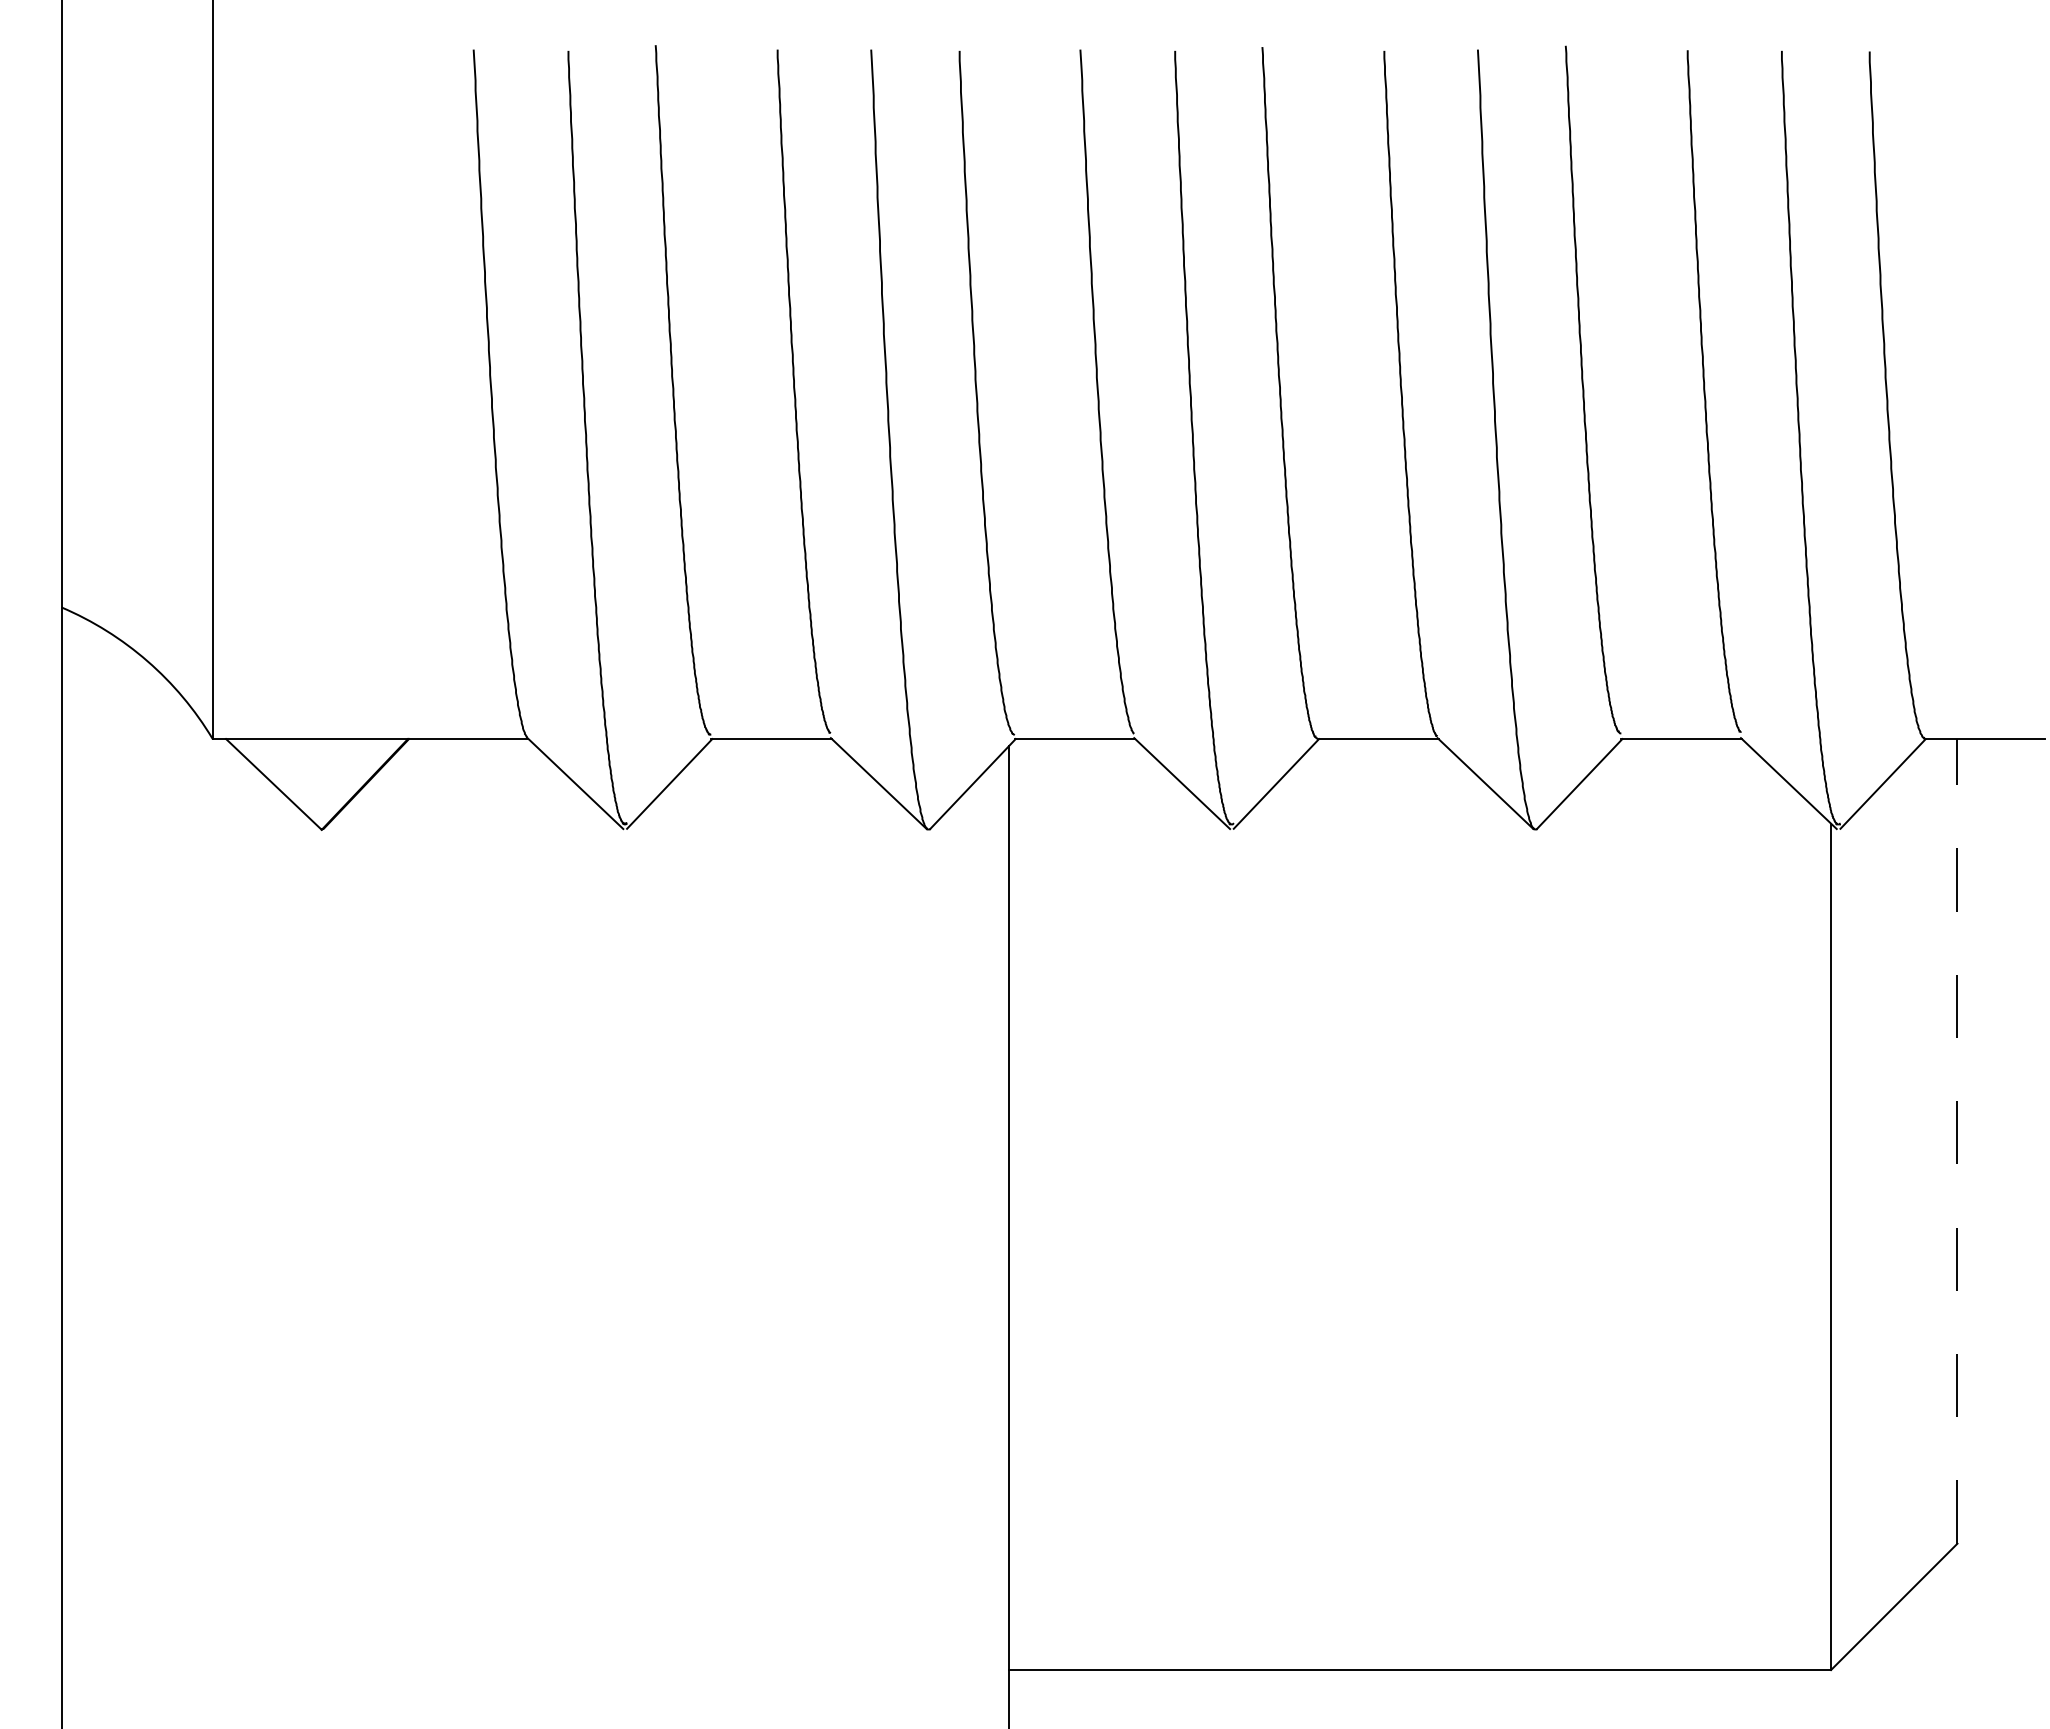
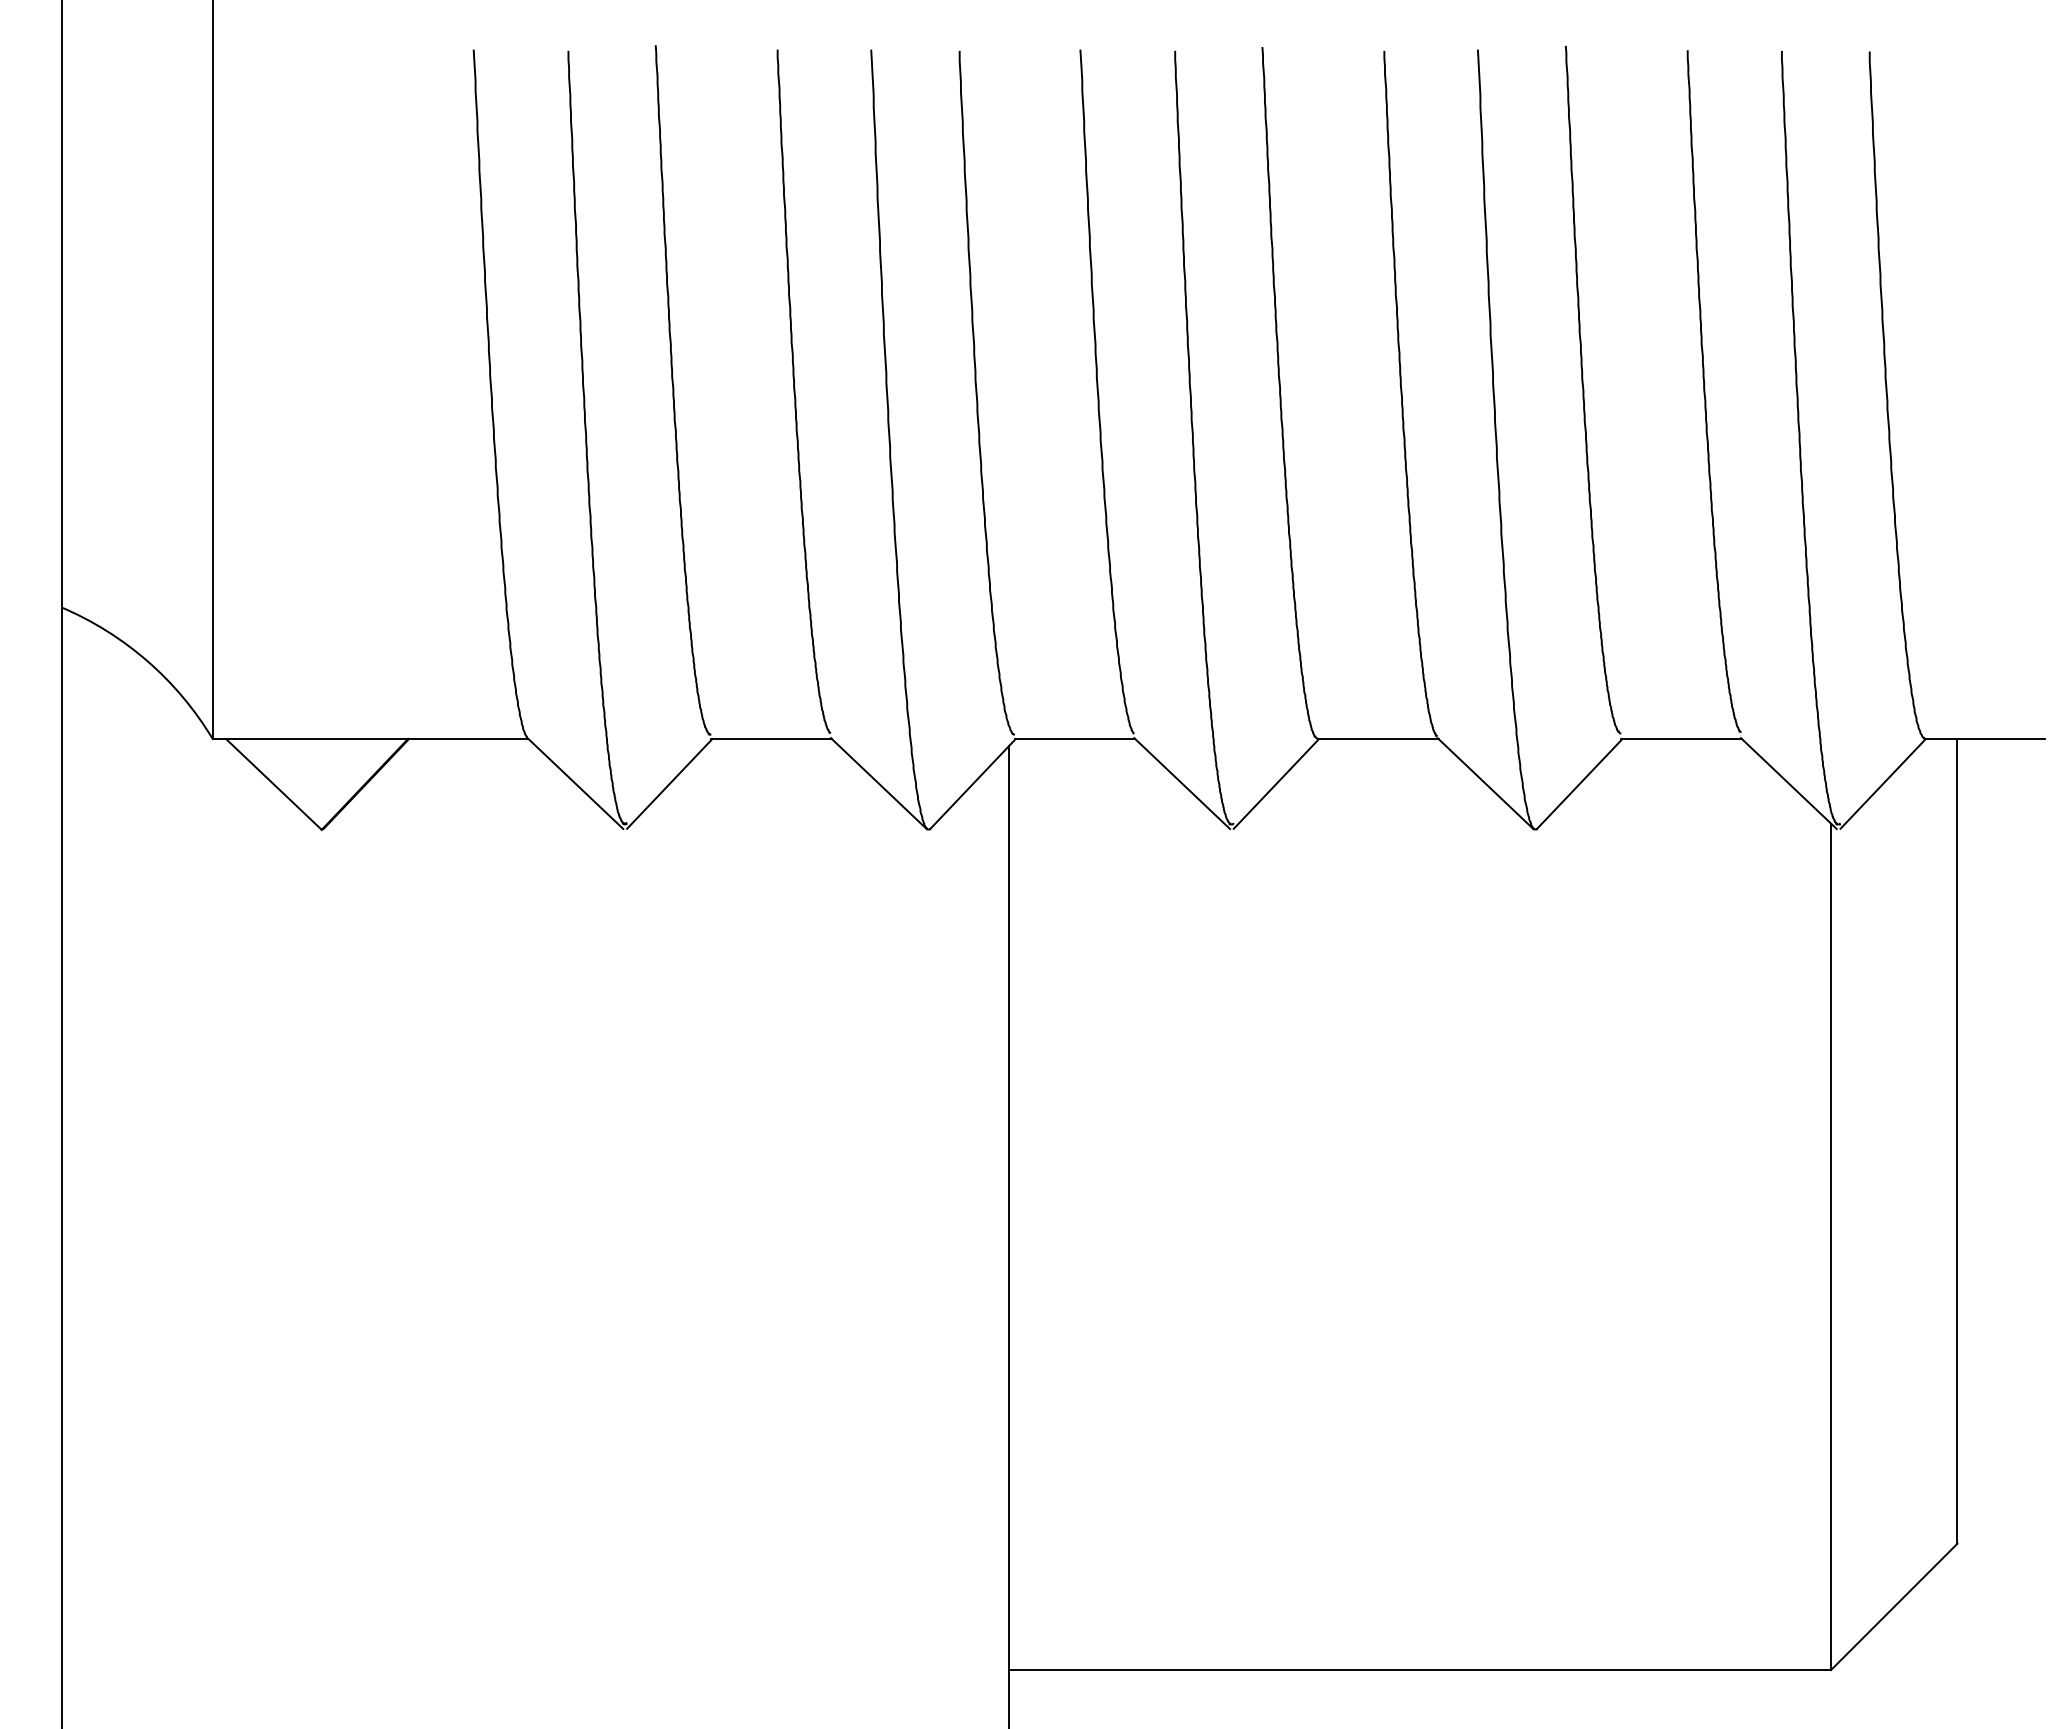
line at (1957, 1140): dashed -> solid
